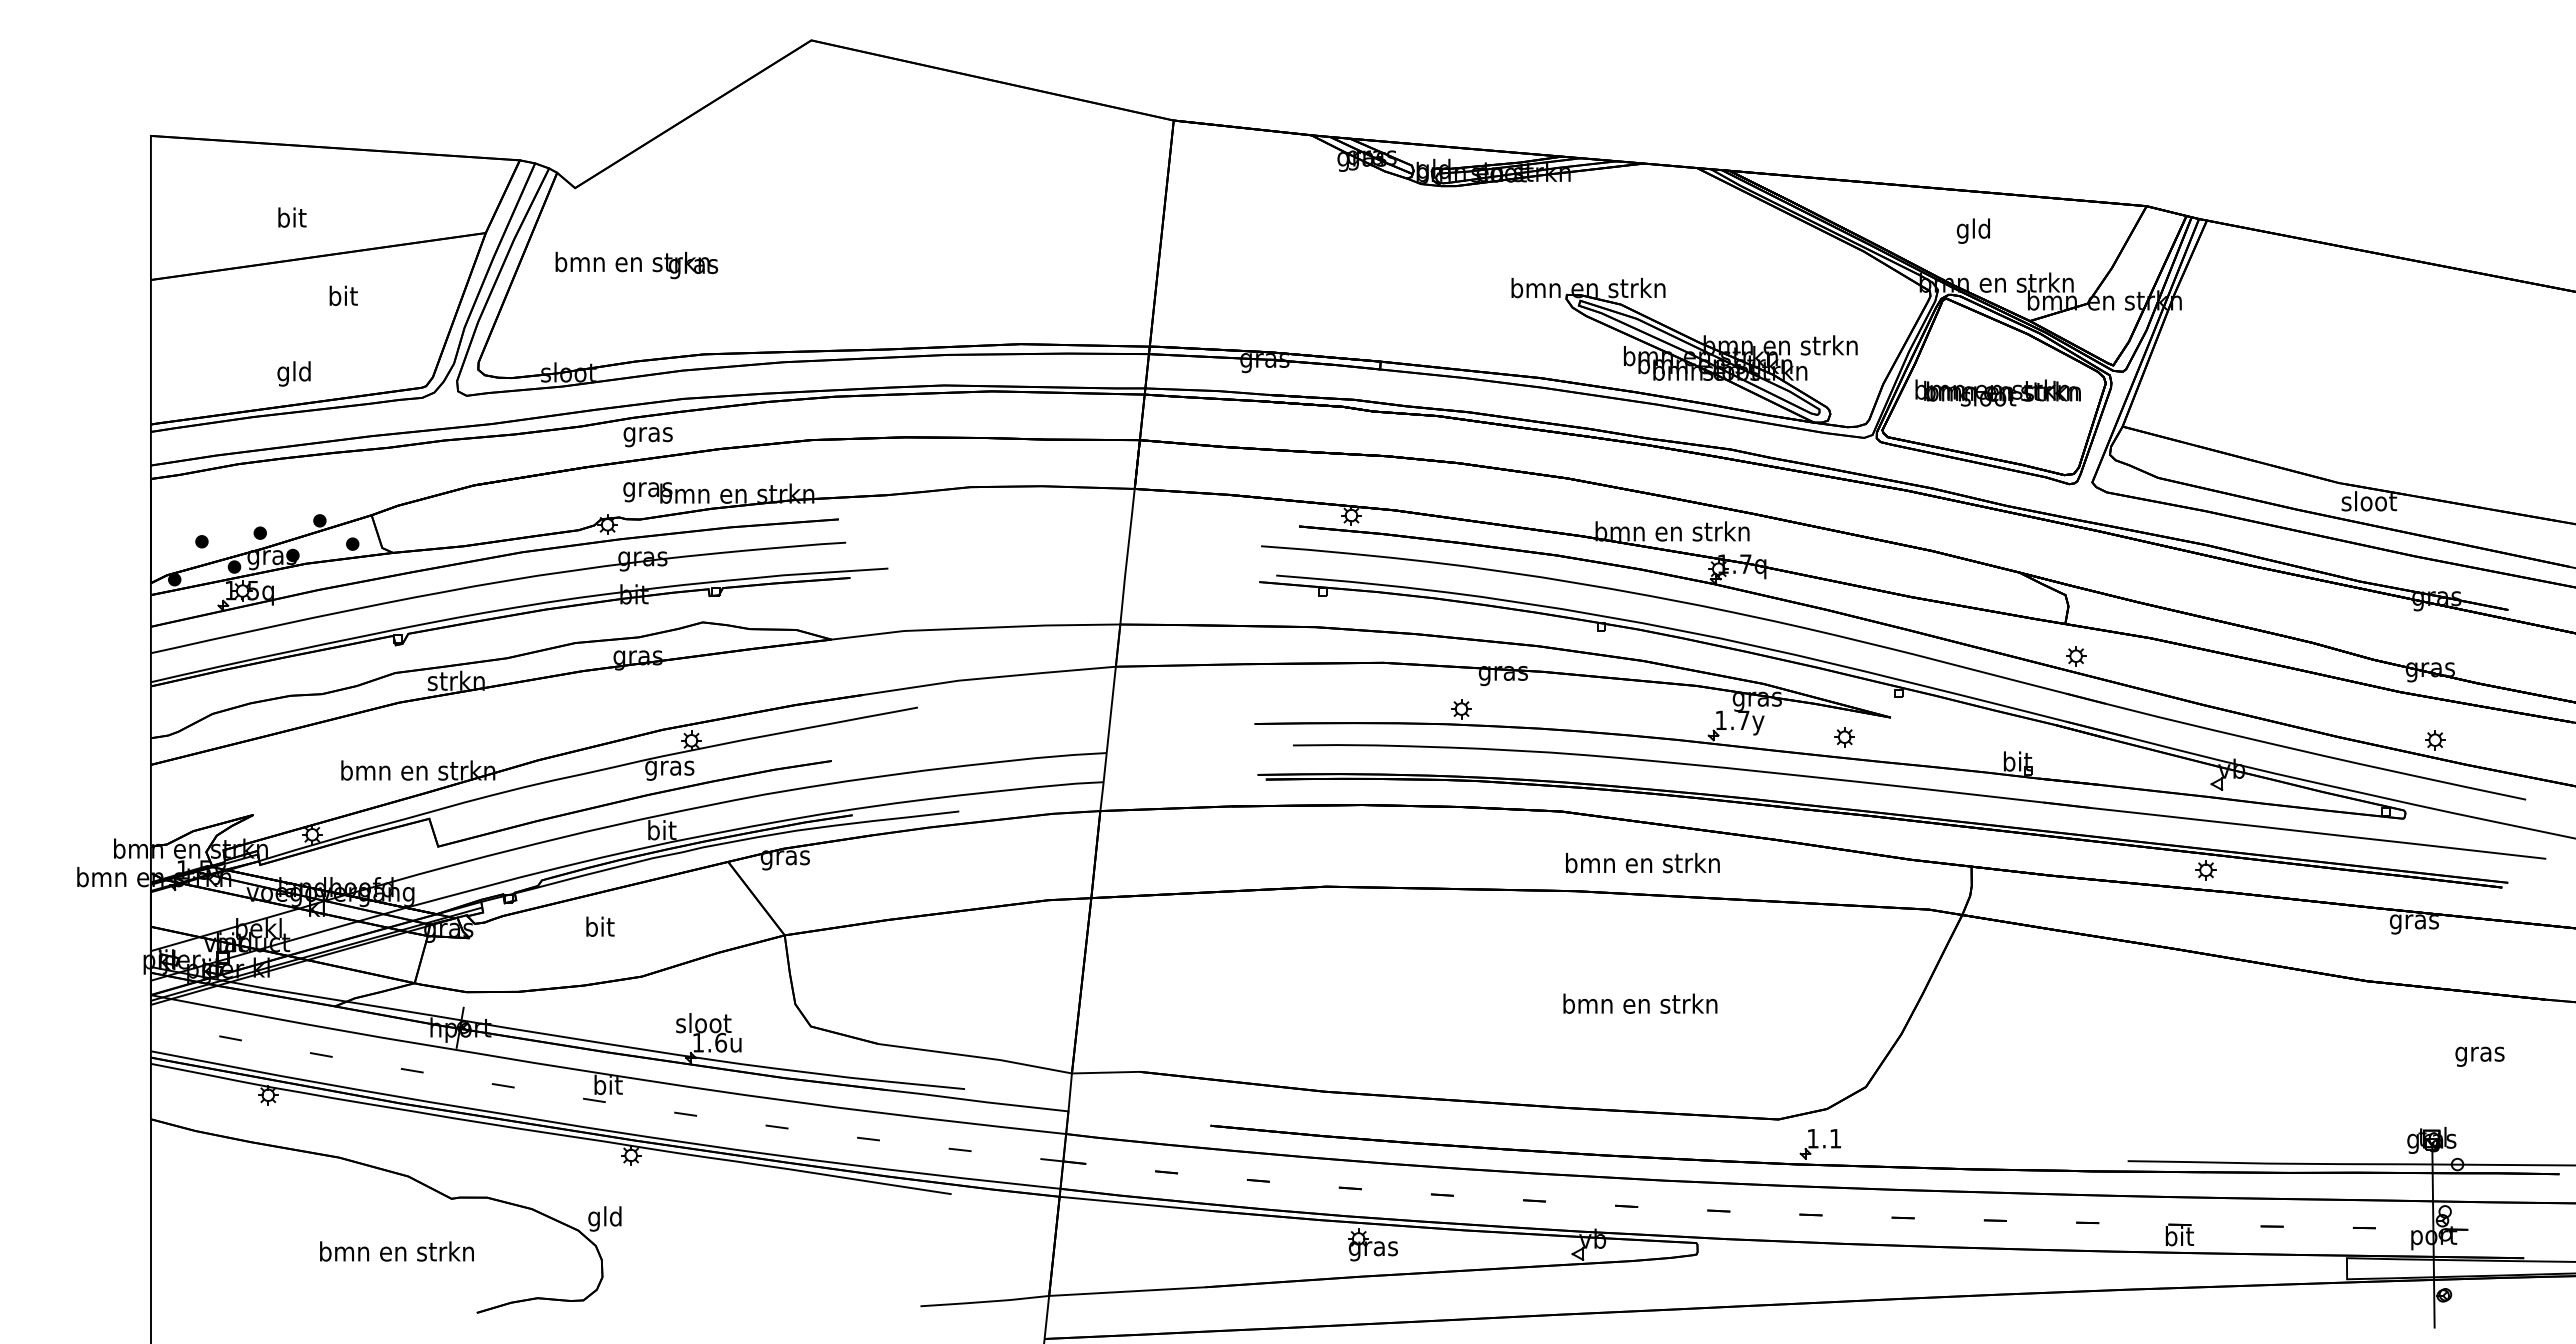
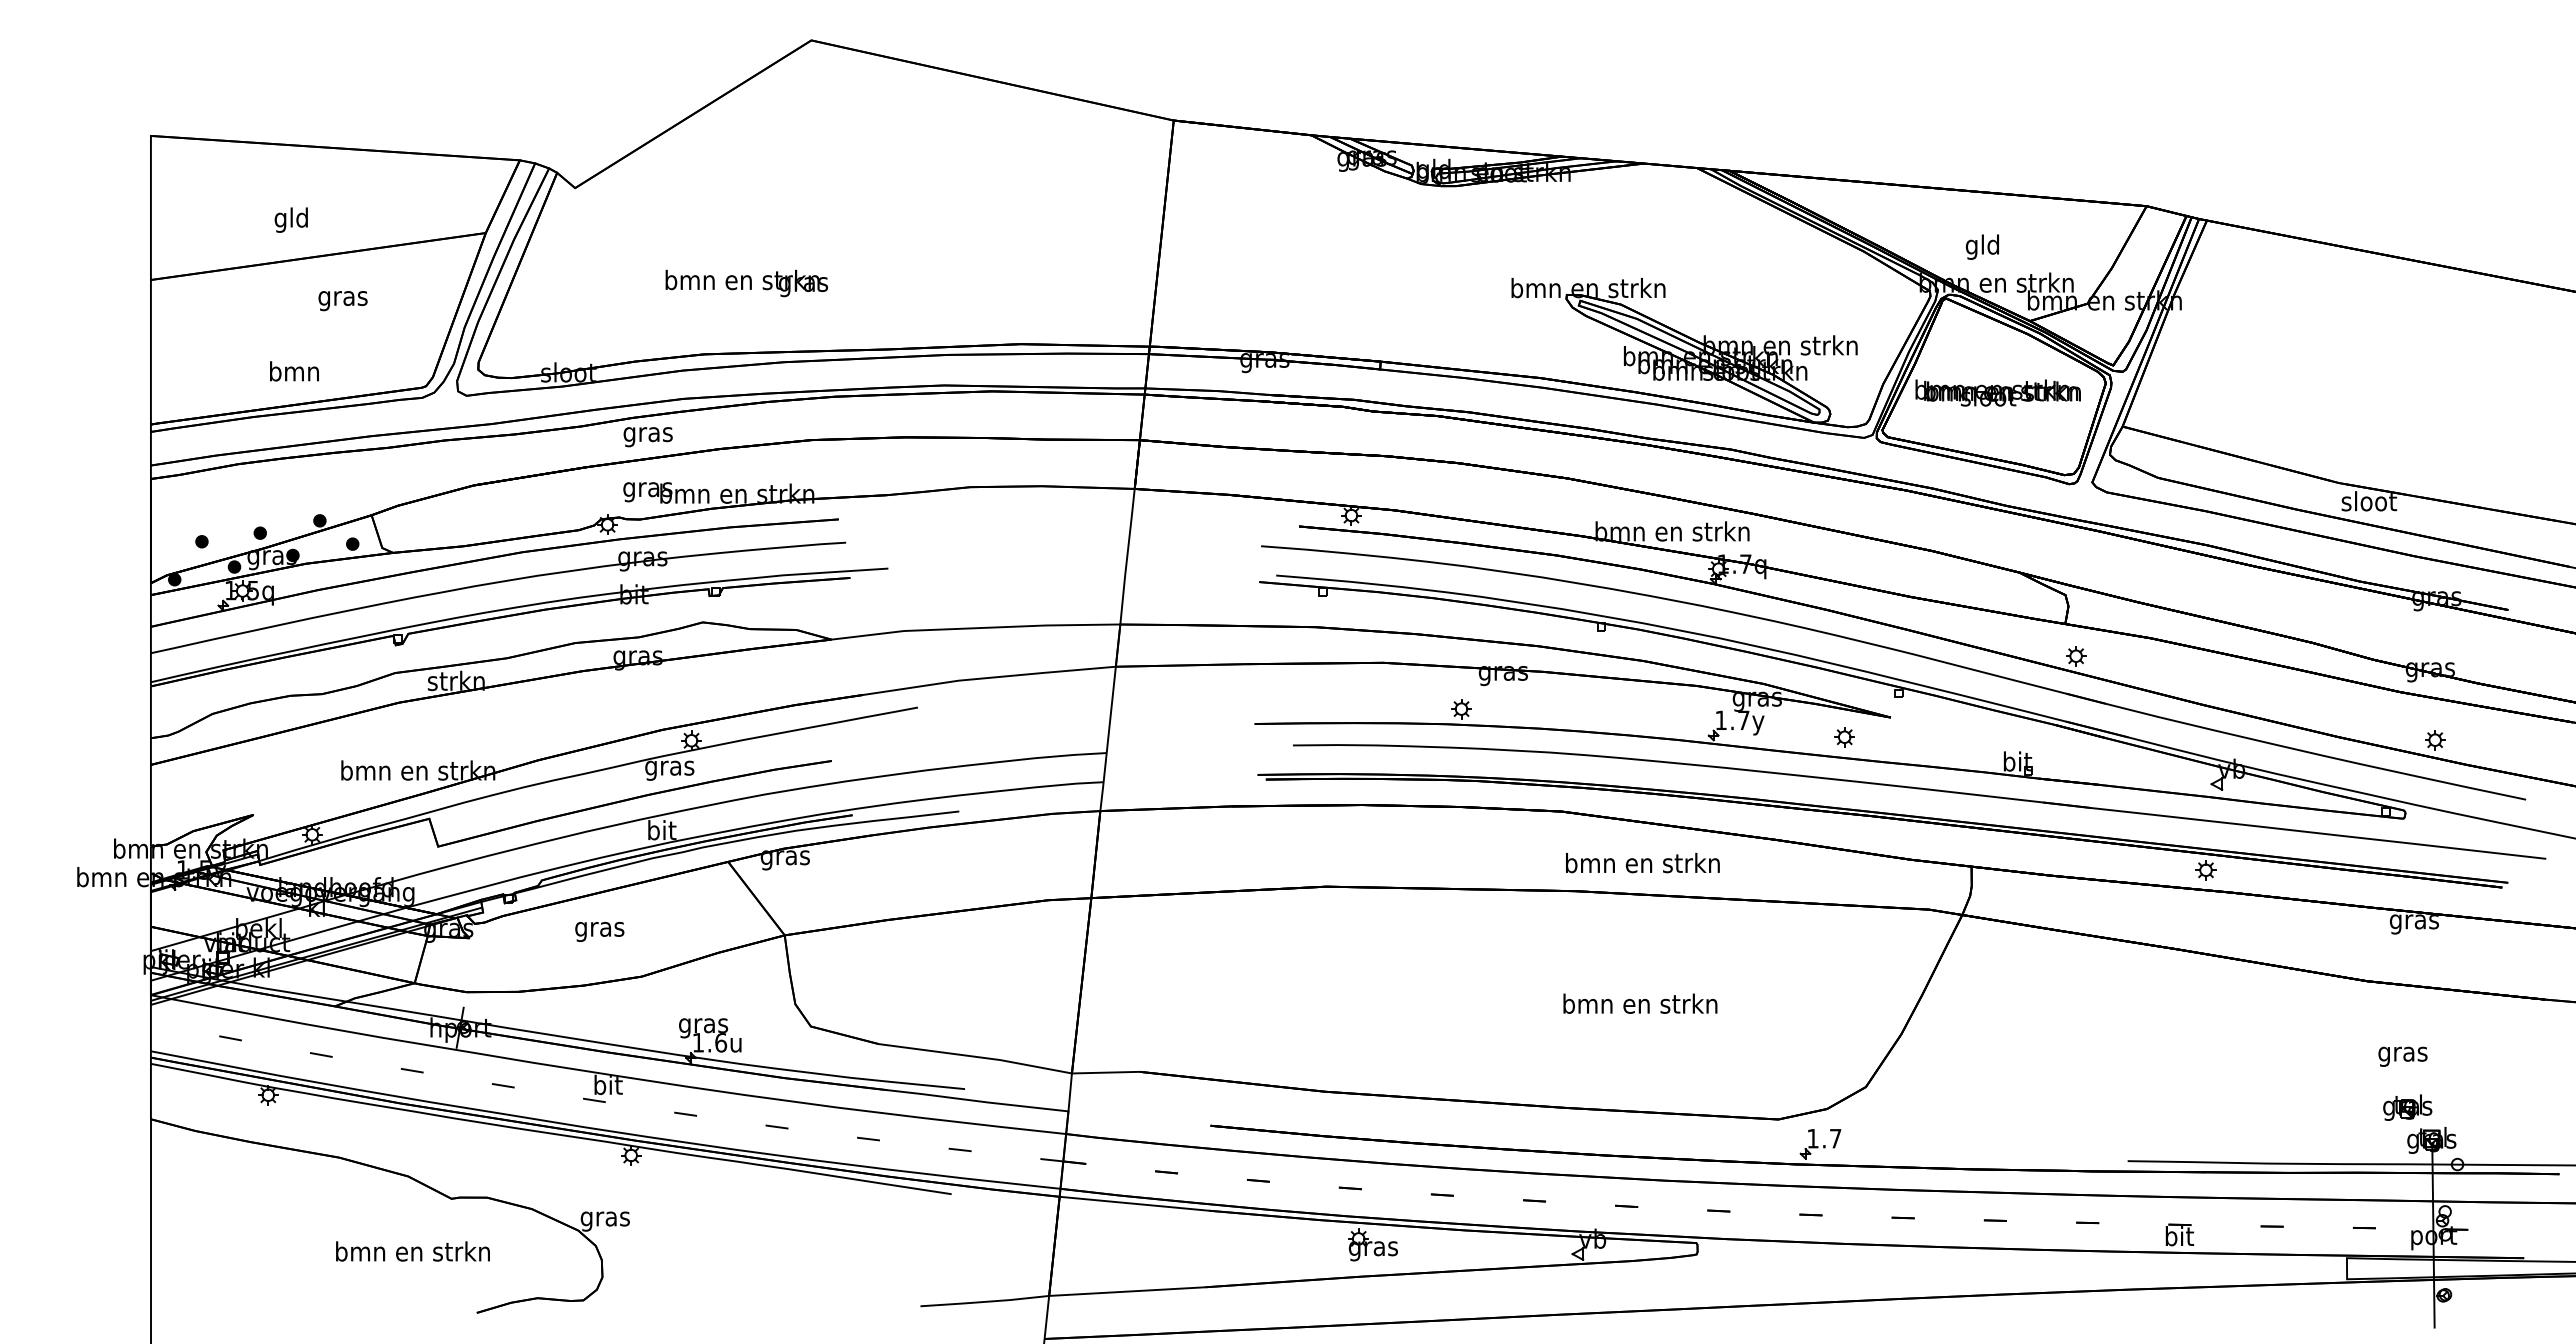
text at (290, 219): bit -> gld
text at (1972, 230) position: (1972, 230) -> (1981, 246)
text at (636, 265) position: (636, 265) -> (746, 283)
text at (342, 298): bit -> gras
text at (294, 373): gld -> bmn
text at (599, 929): bit -> gras
text at (703, 1025): sloot -> gras
text at (2479, 1056) position: (2479, 1056) -> (2402, 1056)
part at (2407, 1107): none -> present
text at (1835, 1138): 1.1 -> 1.7
text at (604, 1218): gld -> gras
text at (396, 1251) position: (396, 1251) -> (412, 1251)
